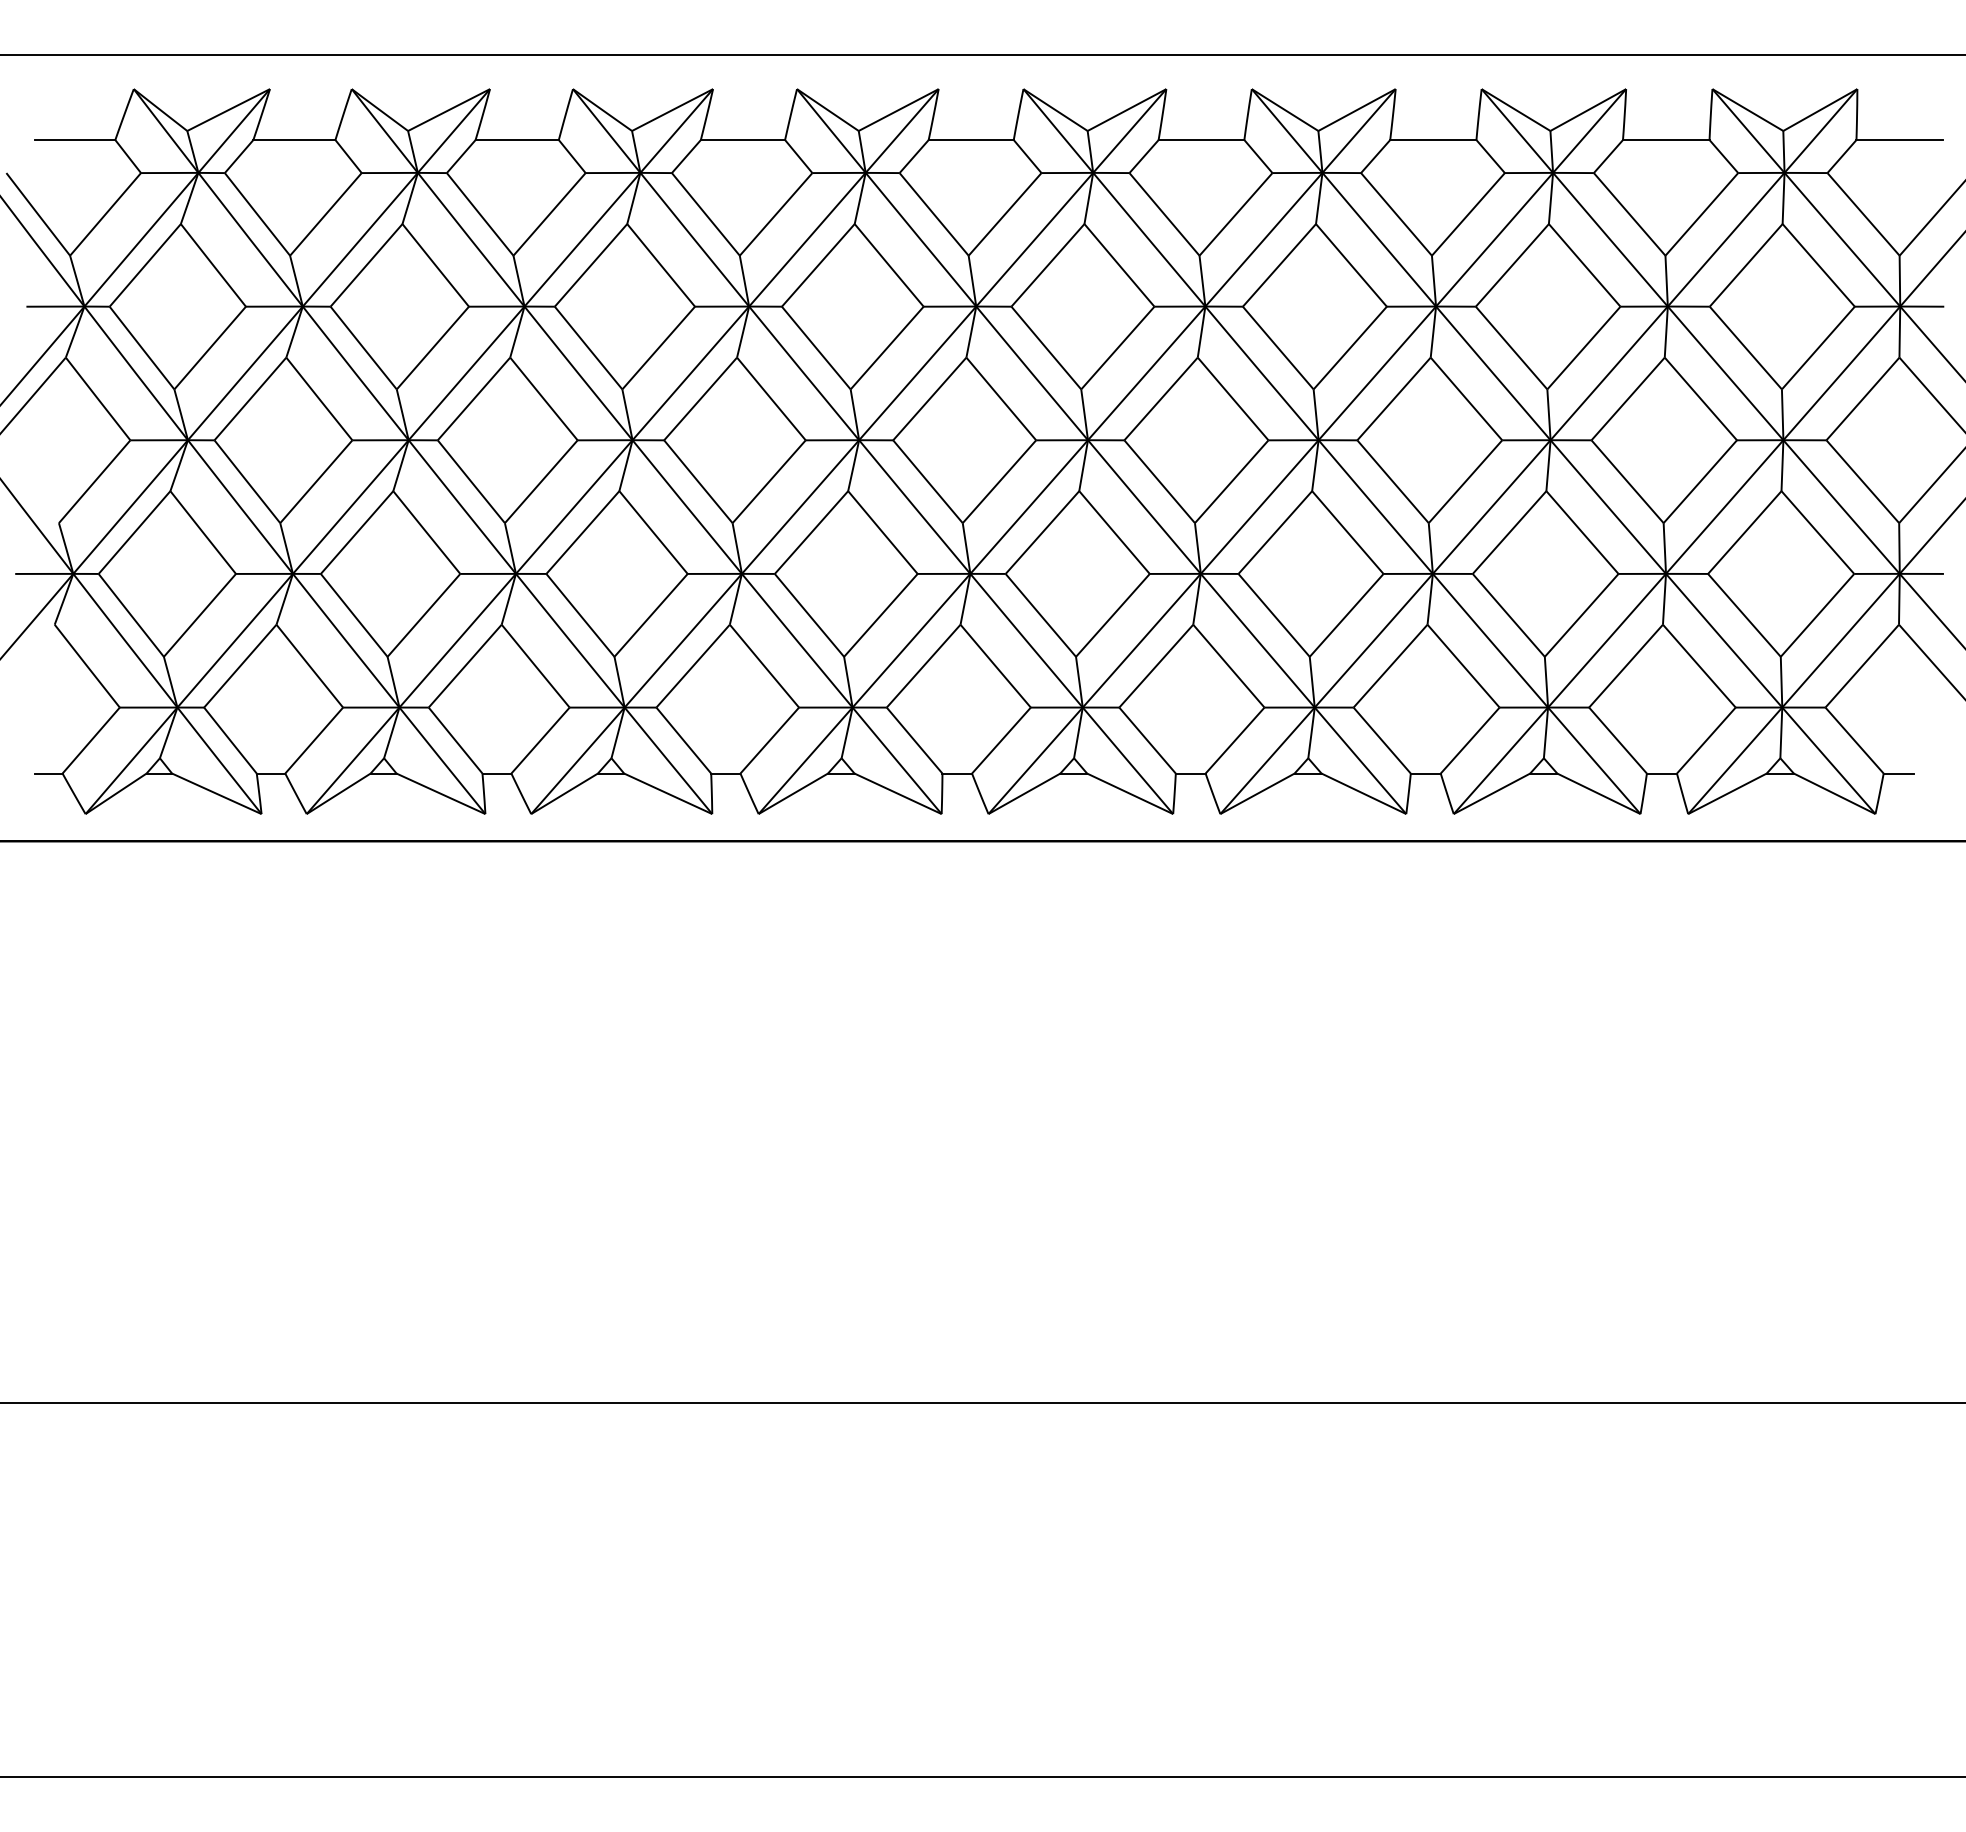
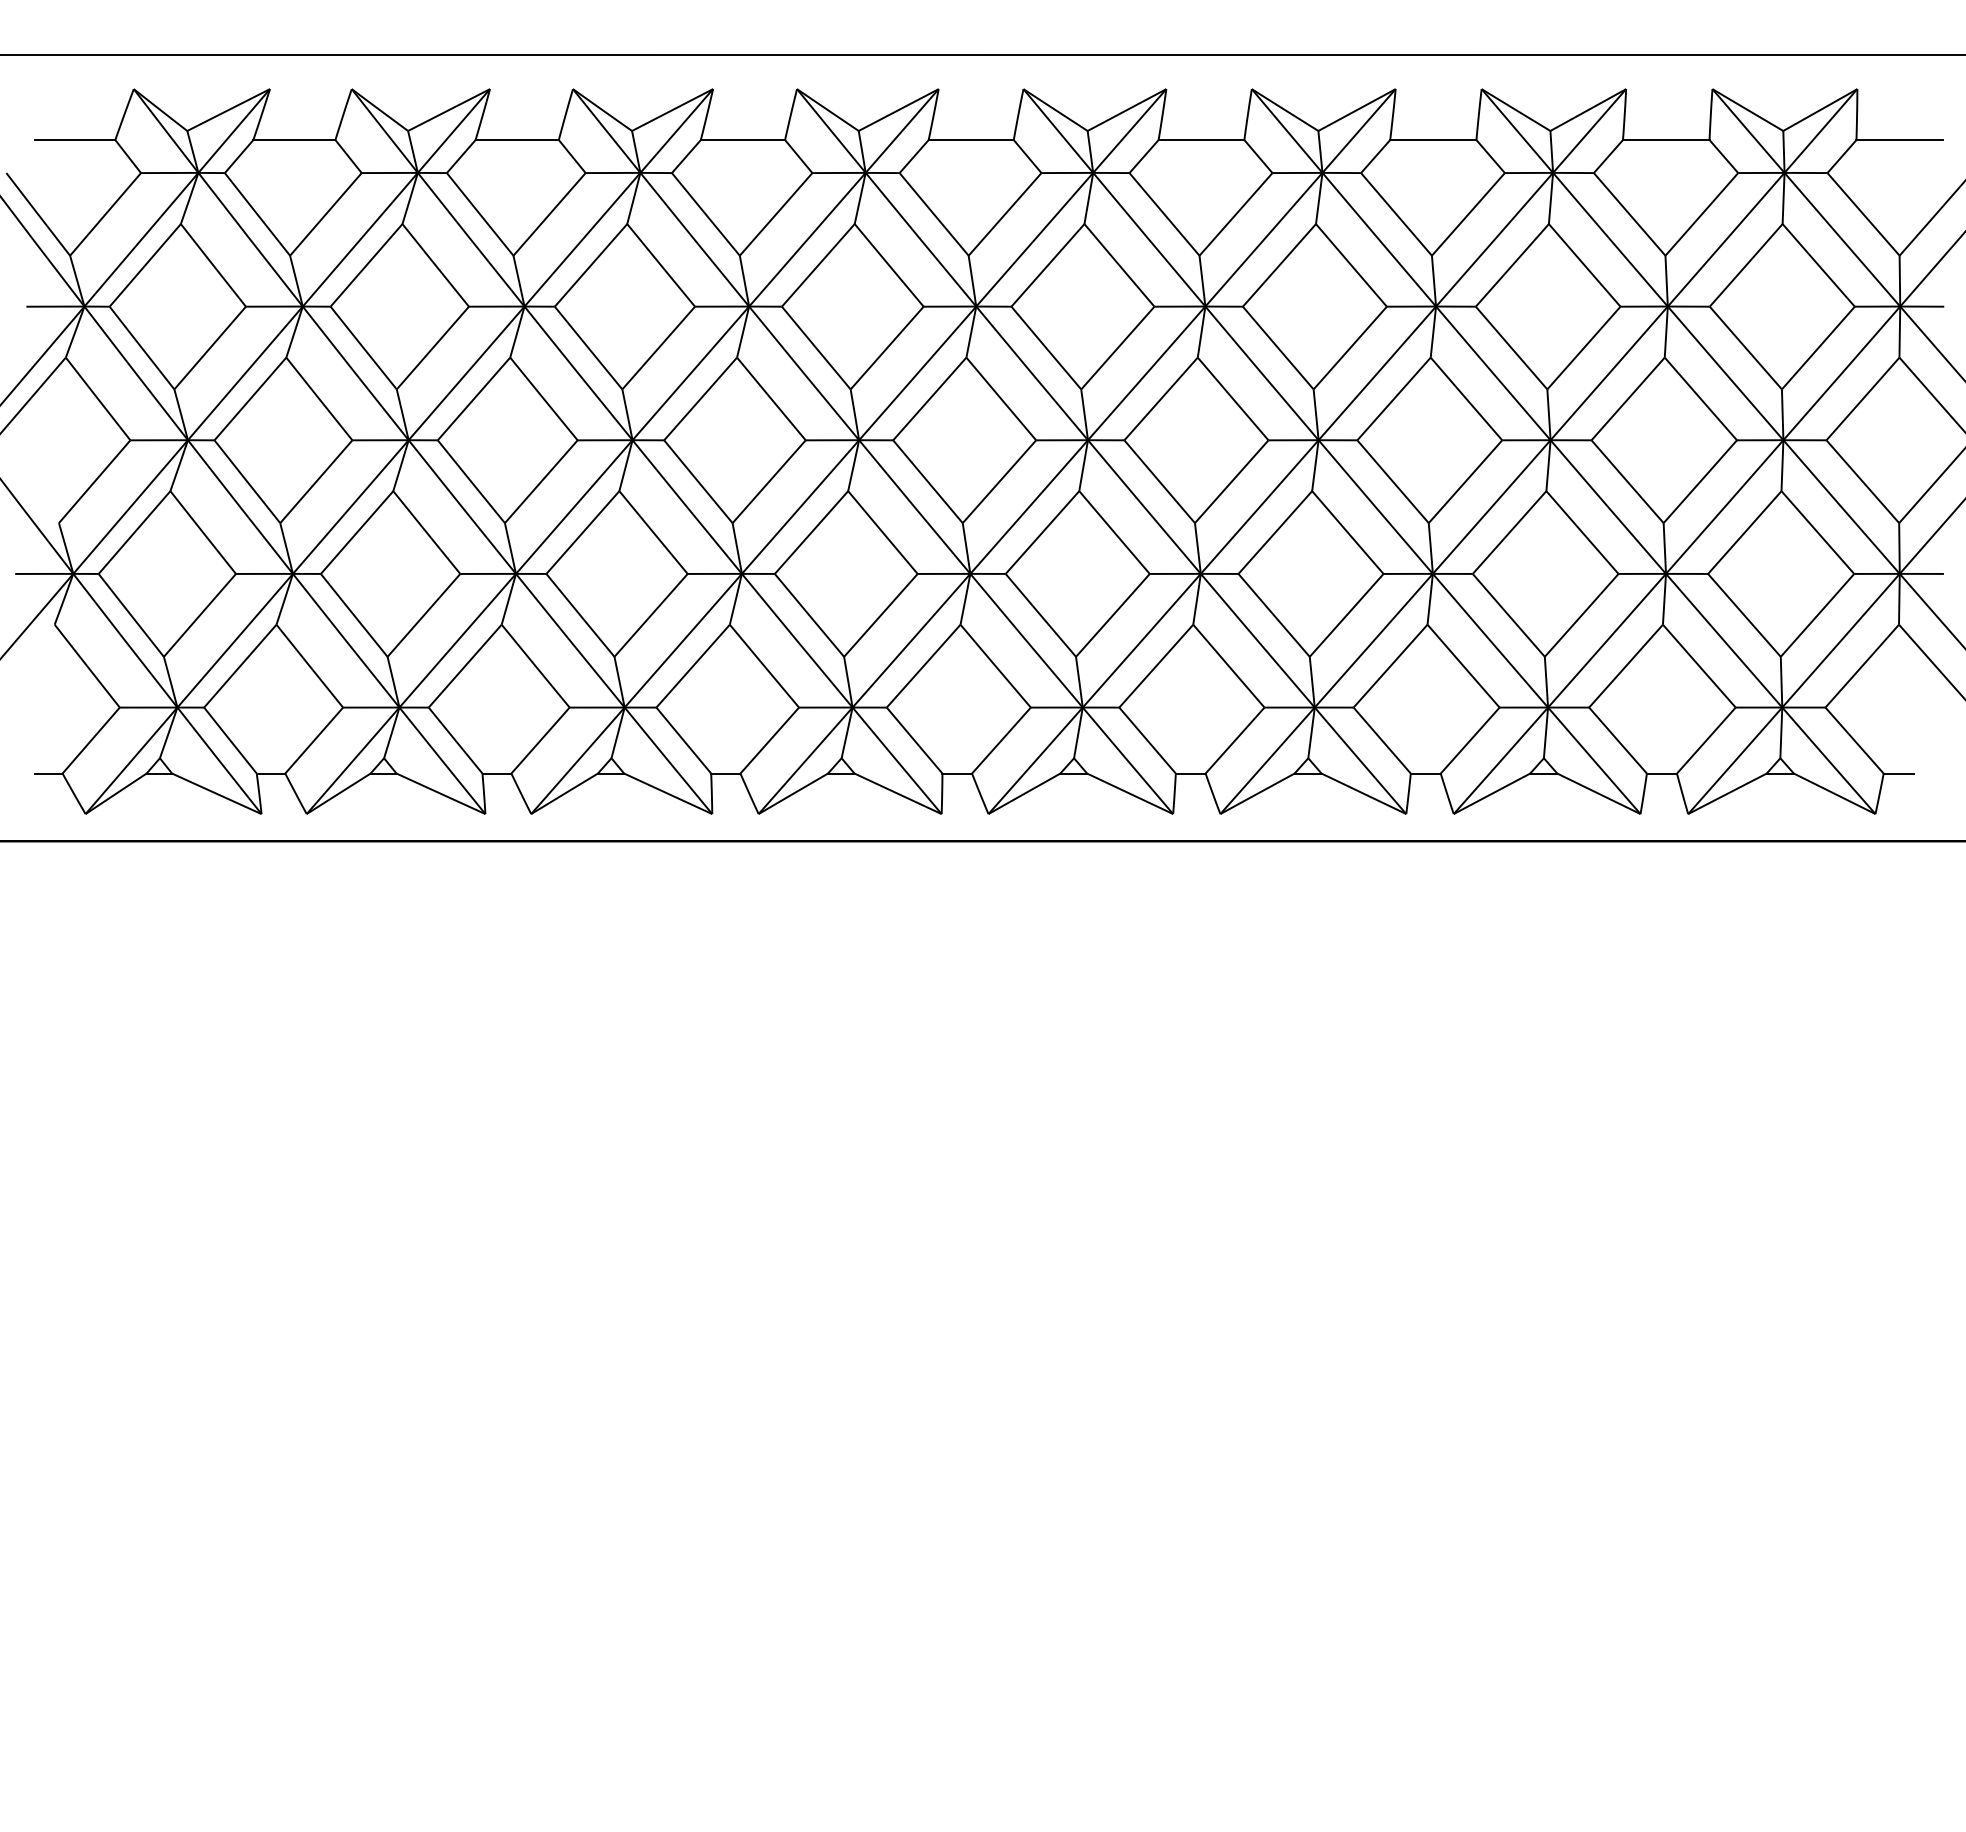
line at (982, 1402): present -> none
line at (982, 1777): present -> none
